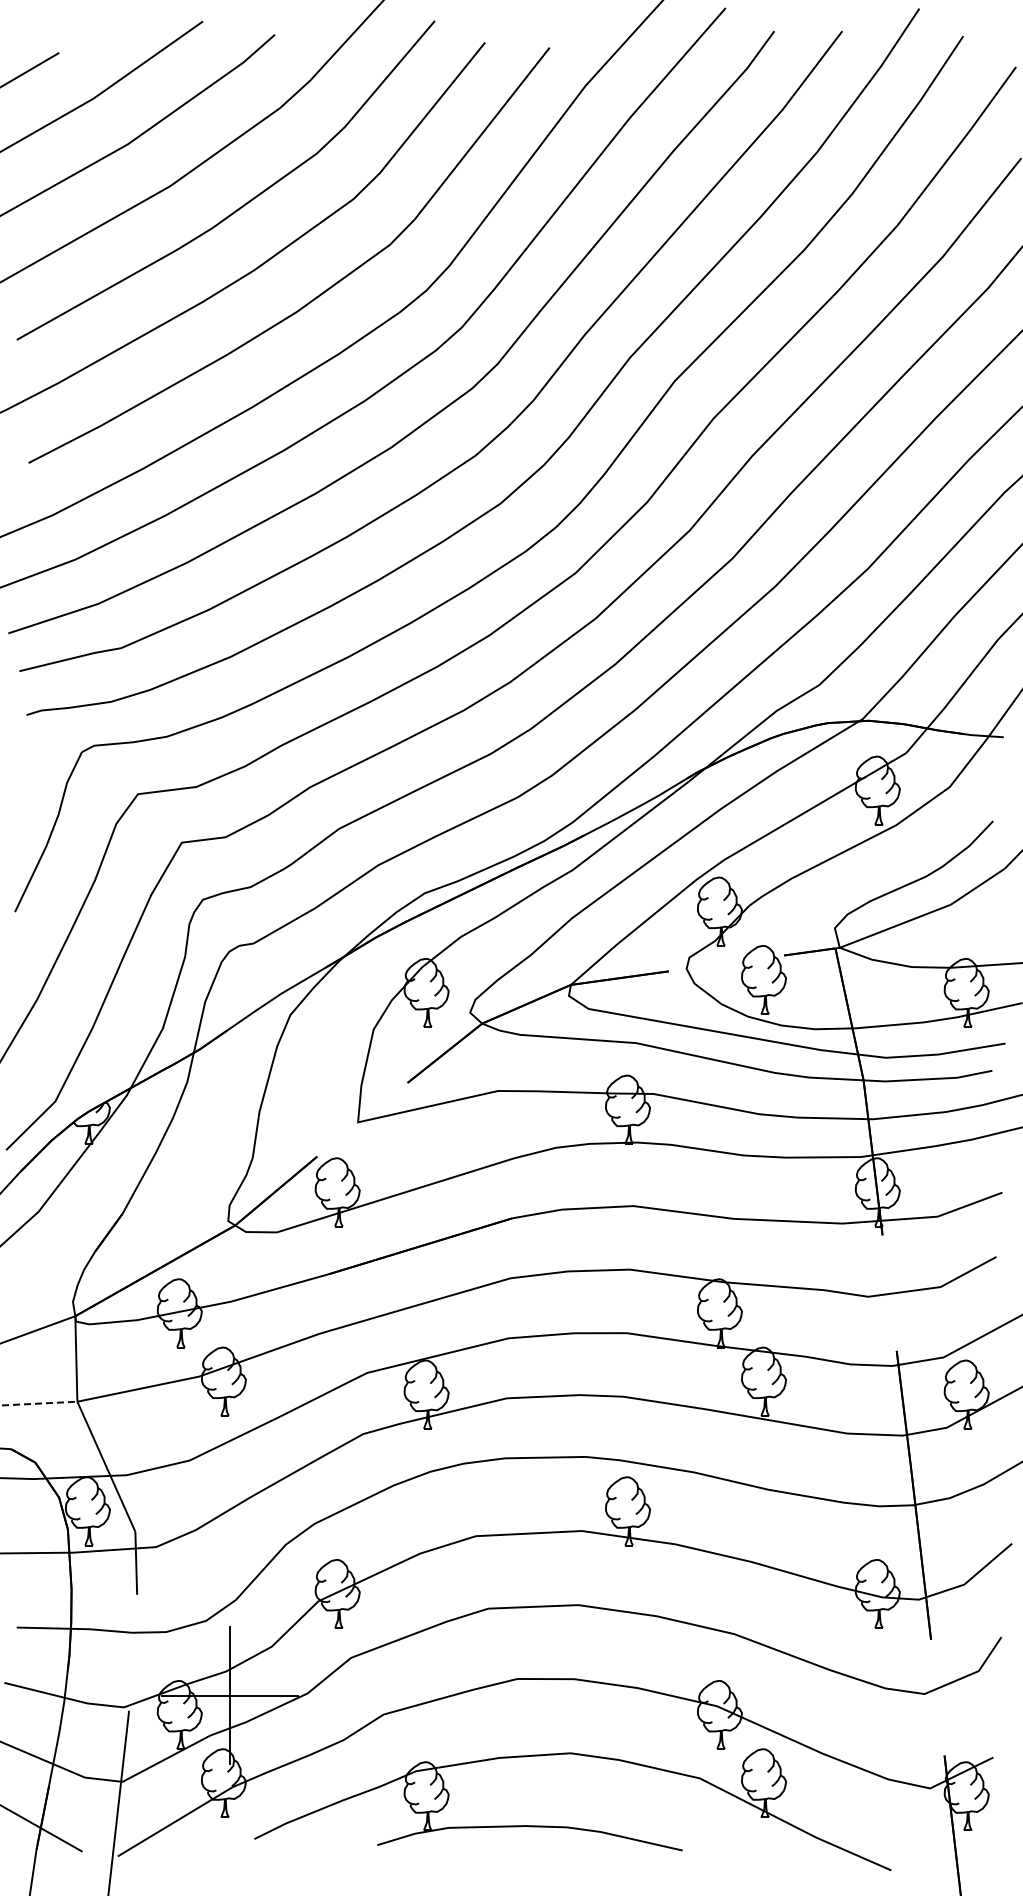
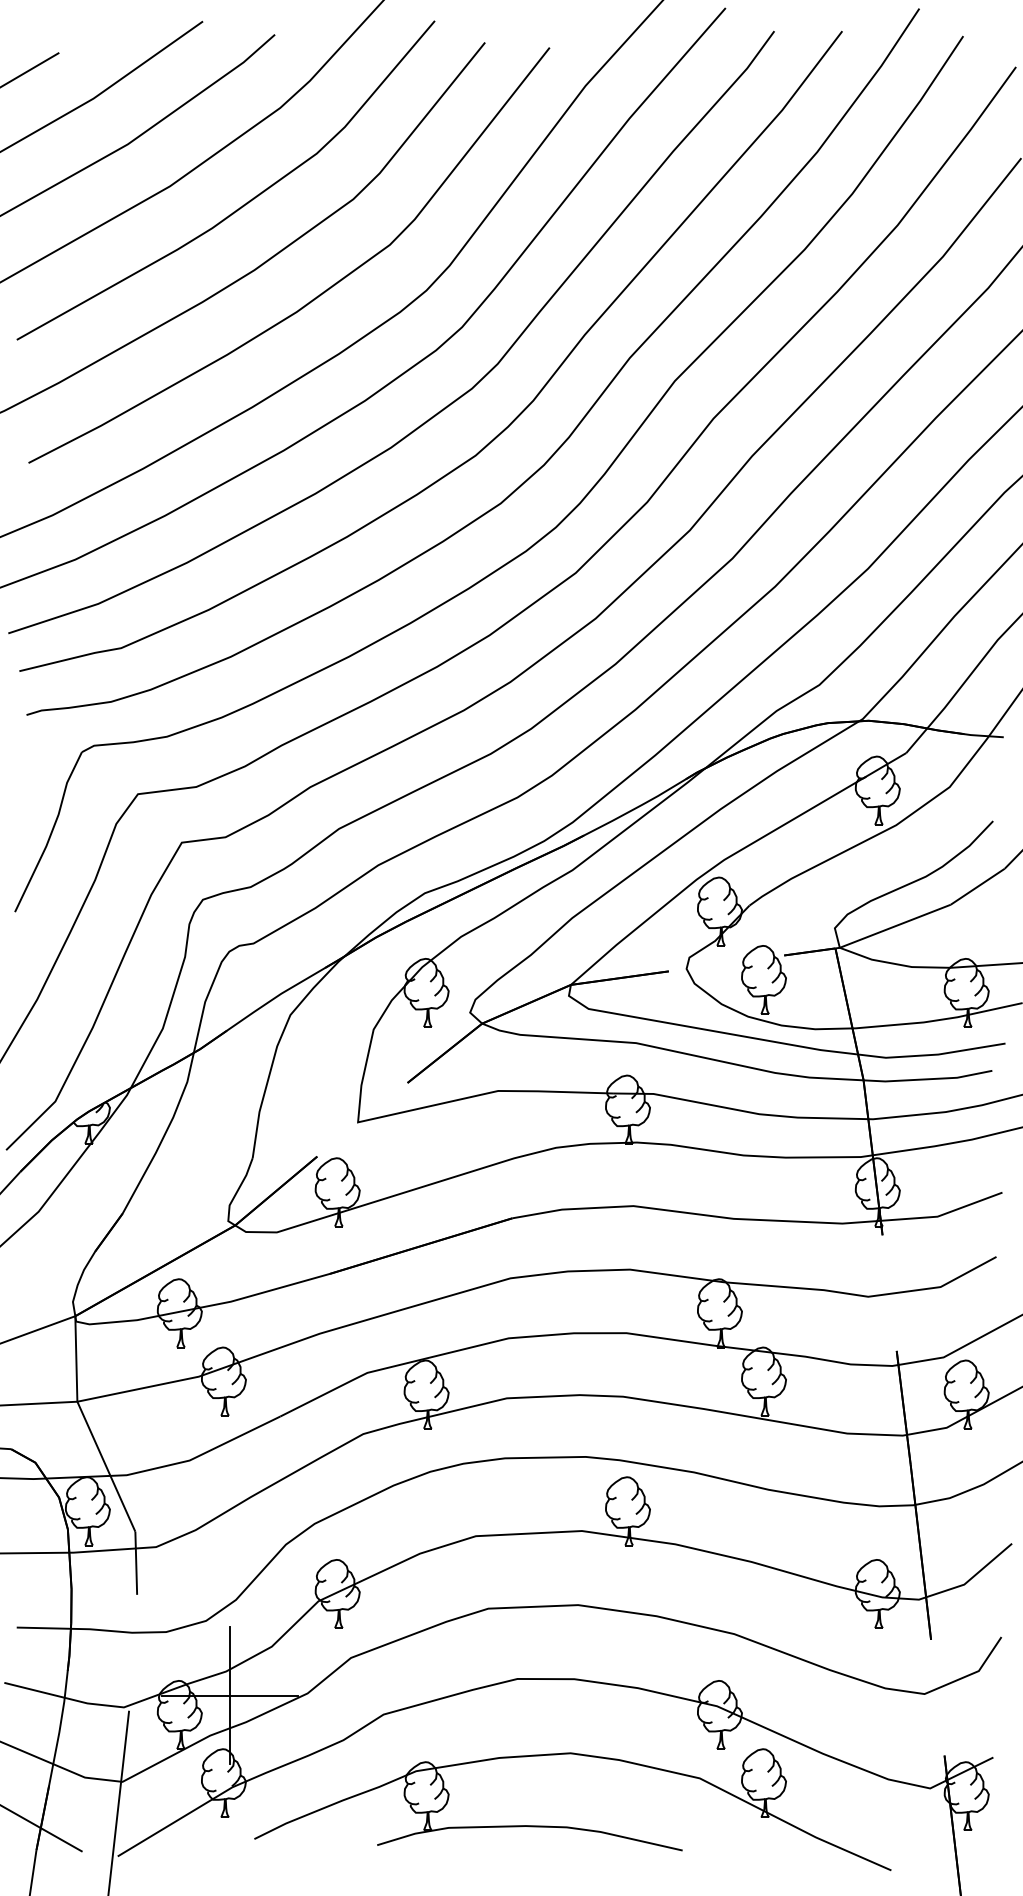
line at (39, 1403): dashed -> solid
